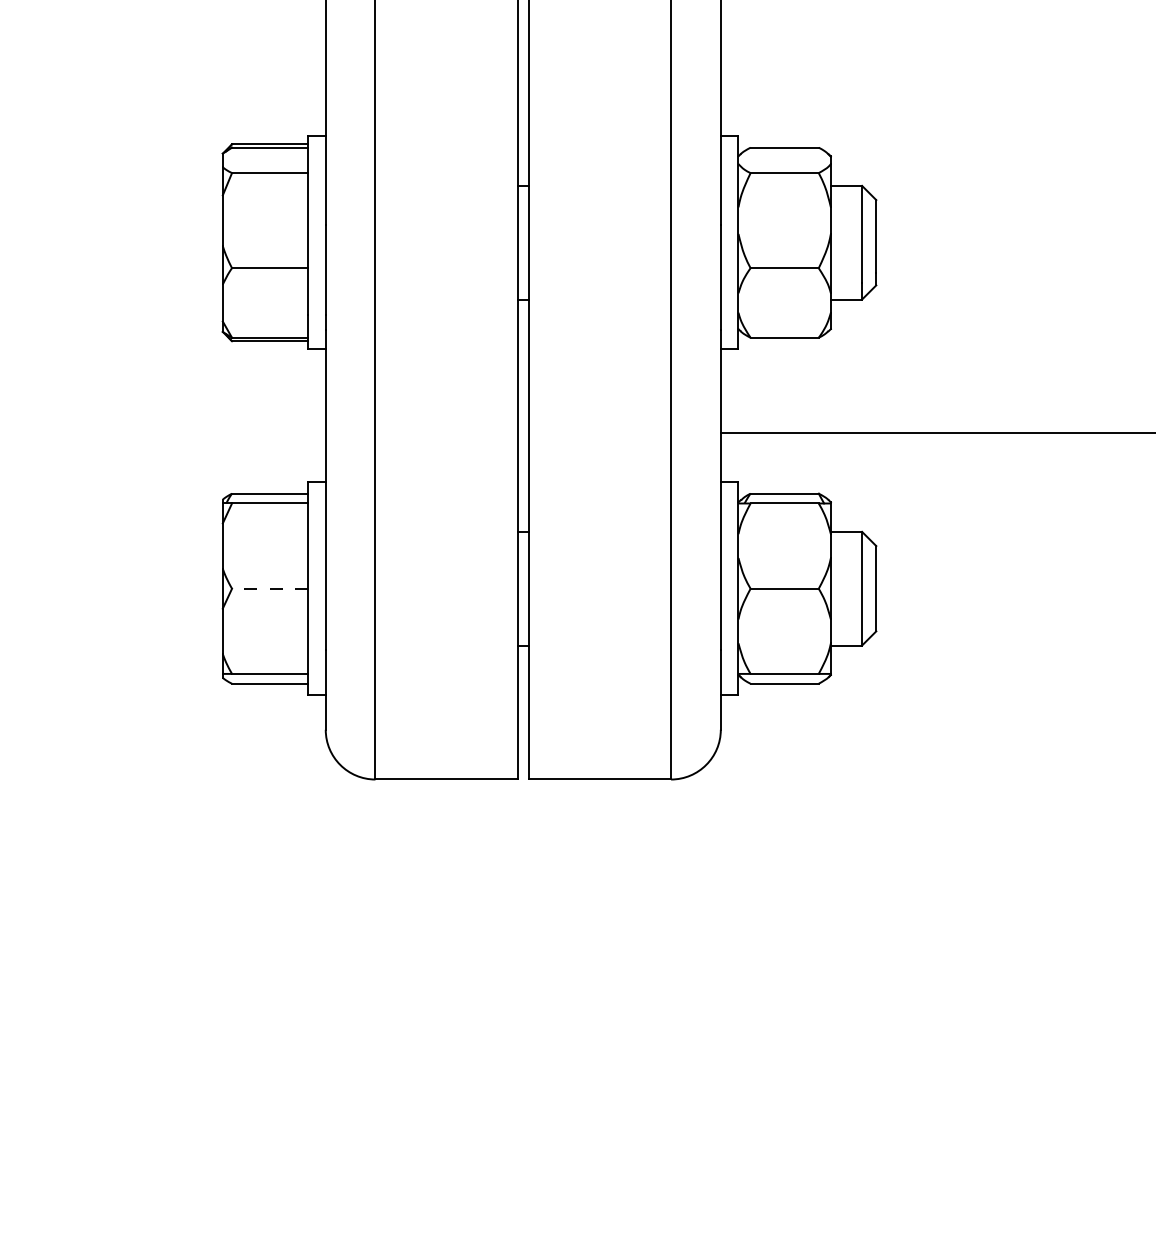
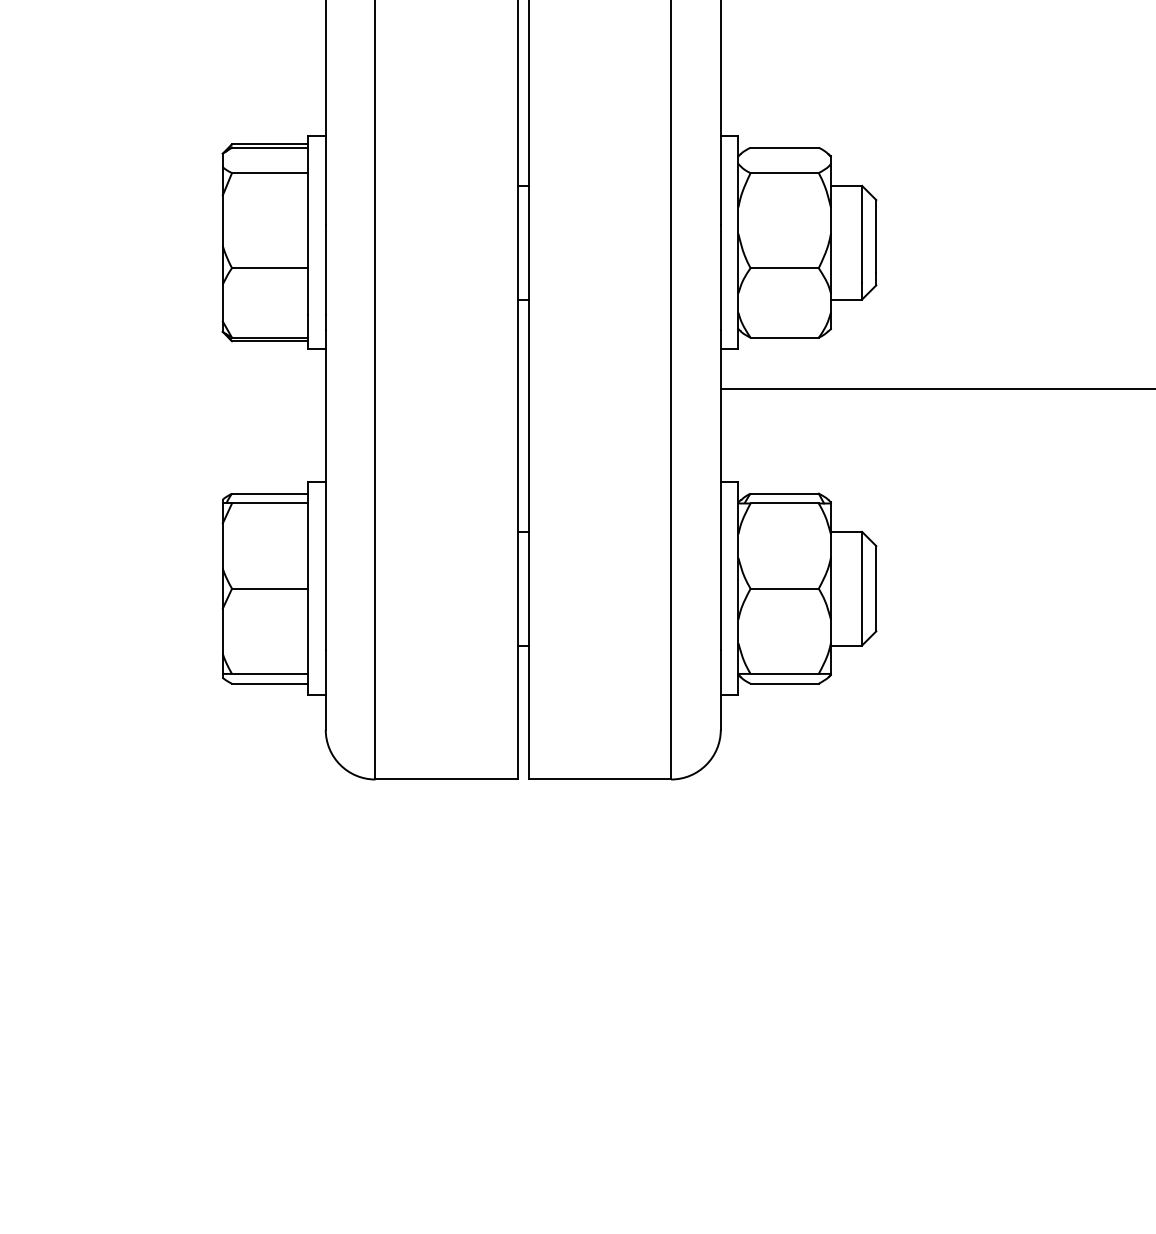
line at (936, 432) position: (936, 432) -> (936, 388)
line at (269, 588): dashed -> solid
